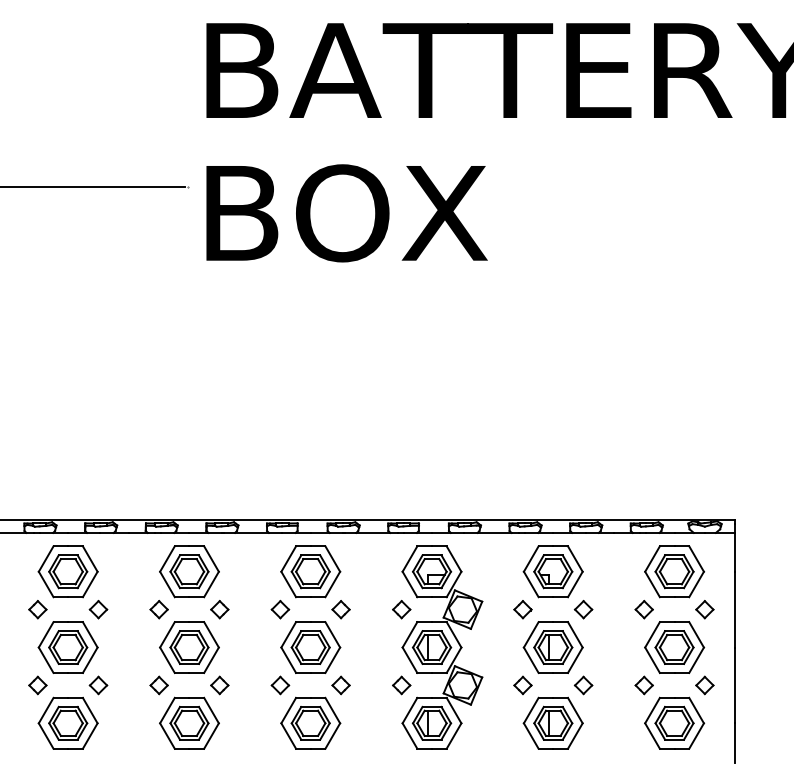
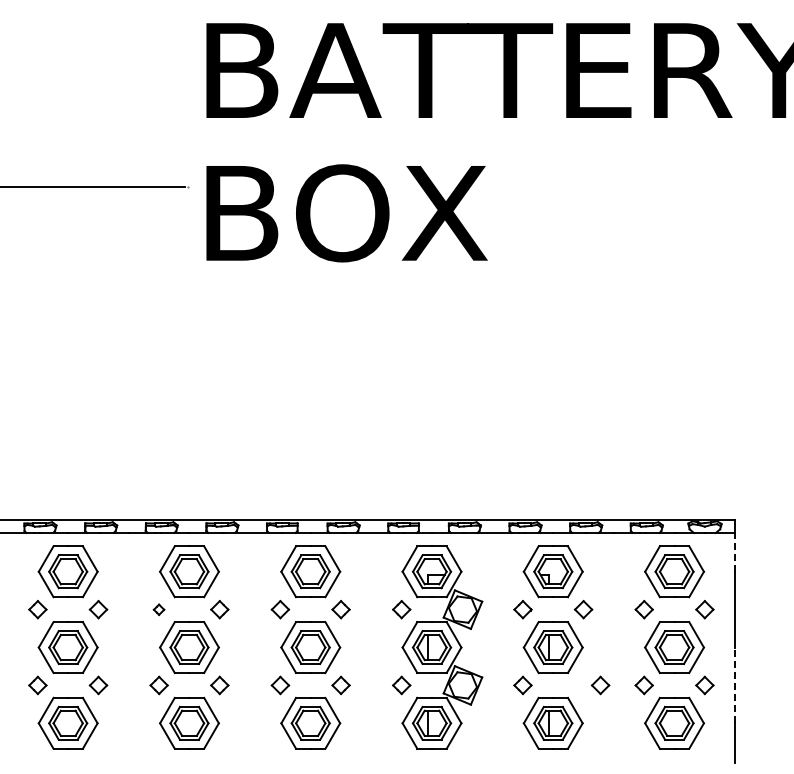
line at (735, 551): solid -> dashed
part at (158, 609) size: 20x20 px -> 14x13 px
part at (583, 685) position: (583, 685) -> (600, 685)
line at (735, 685): solid -> dashed
